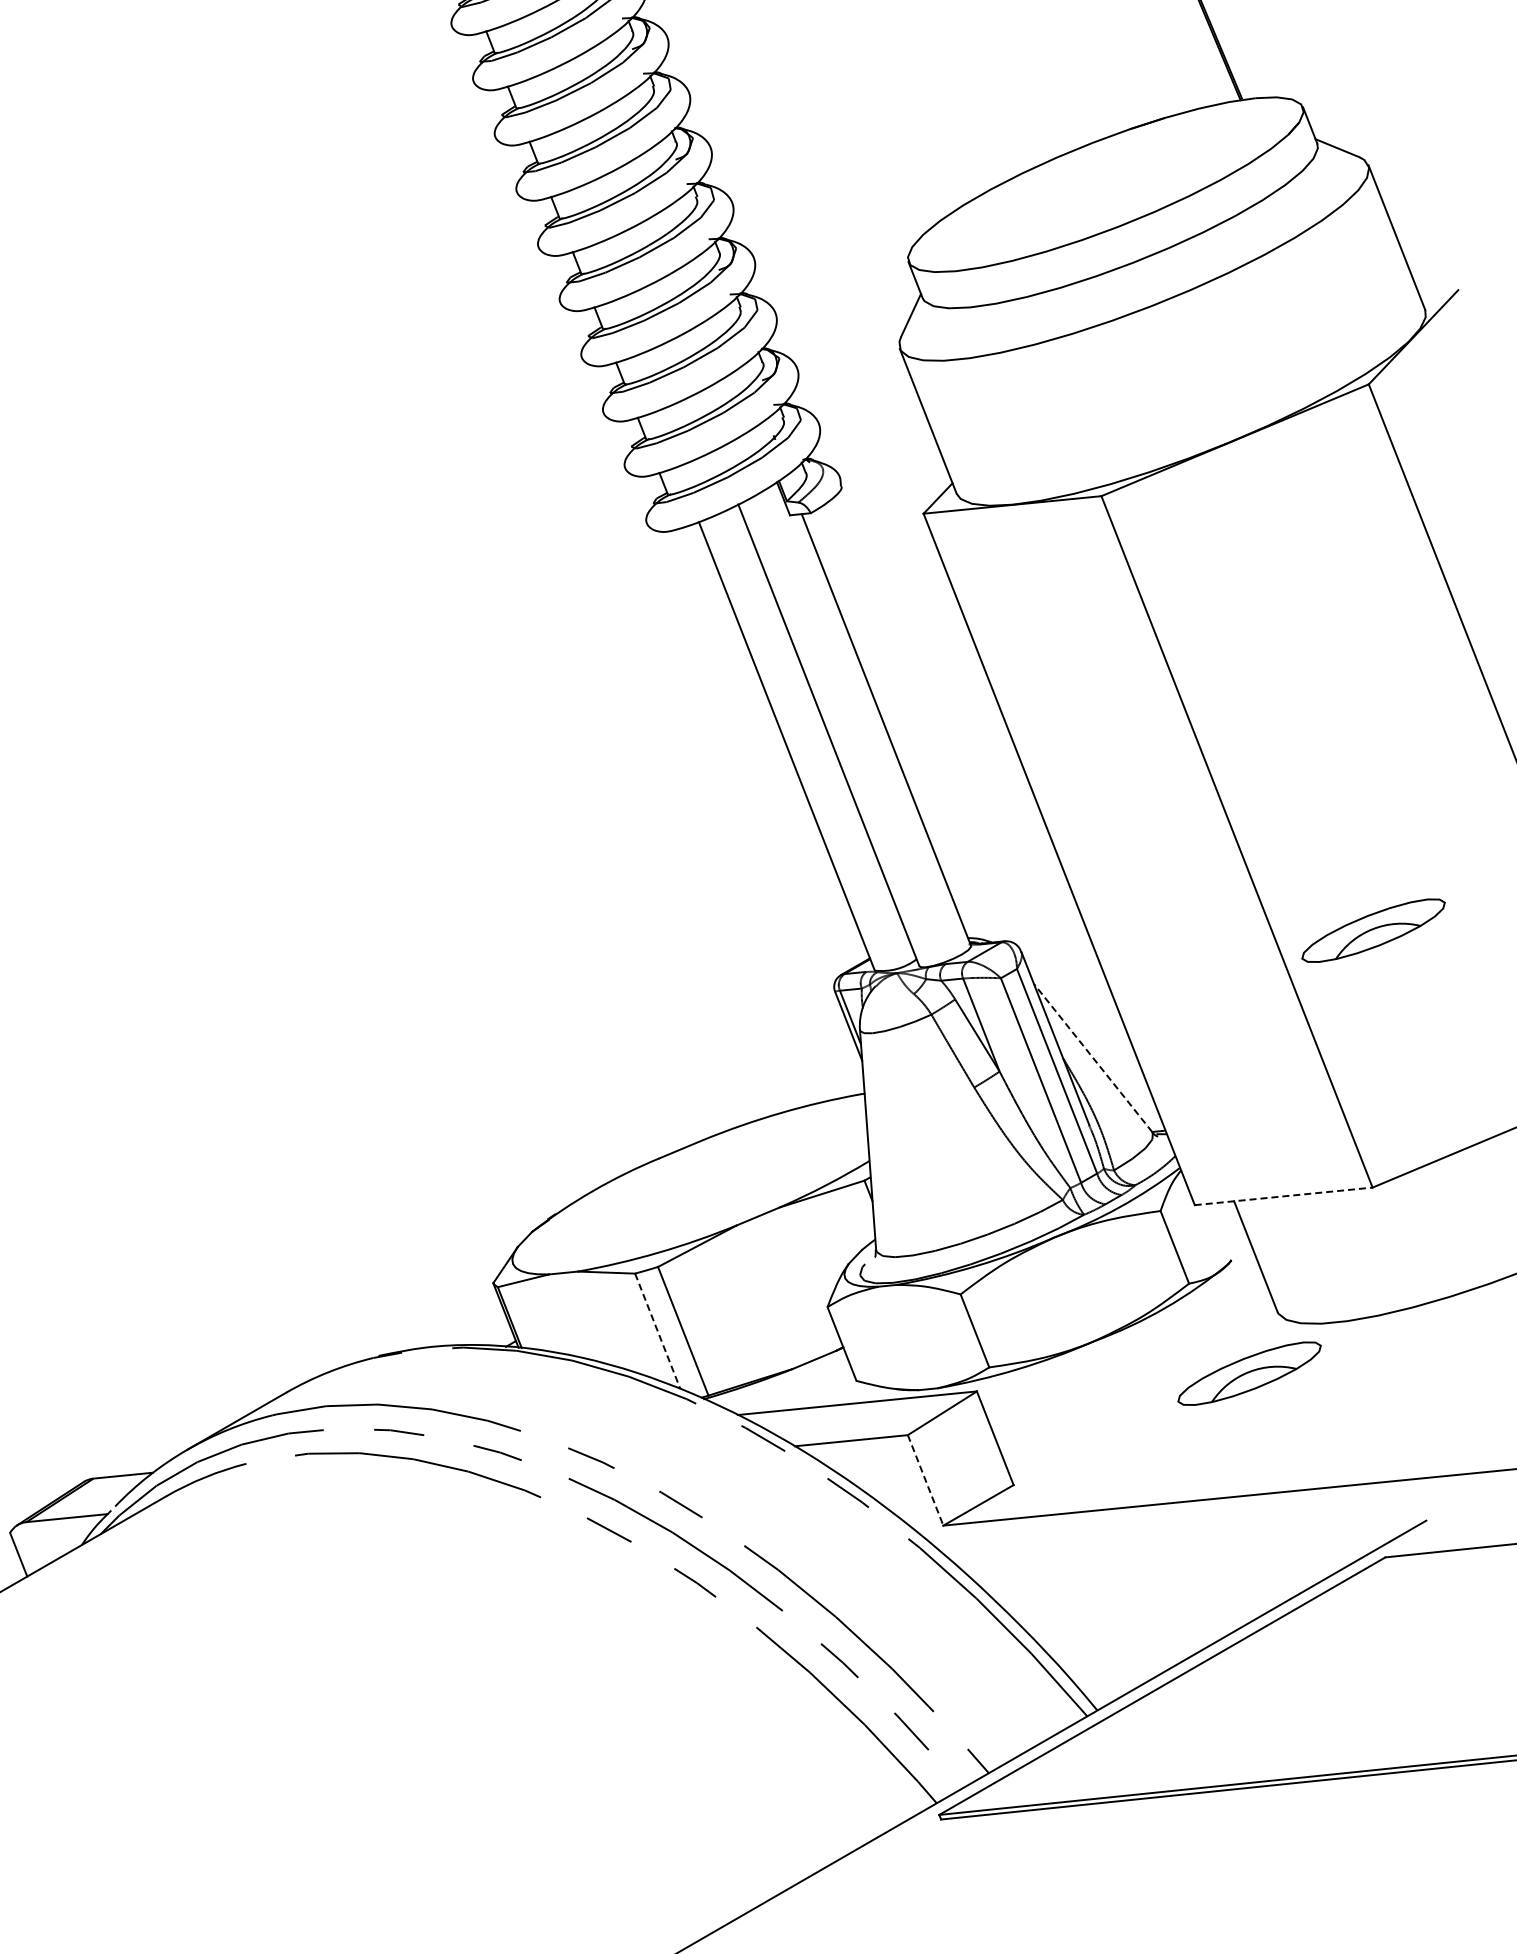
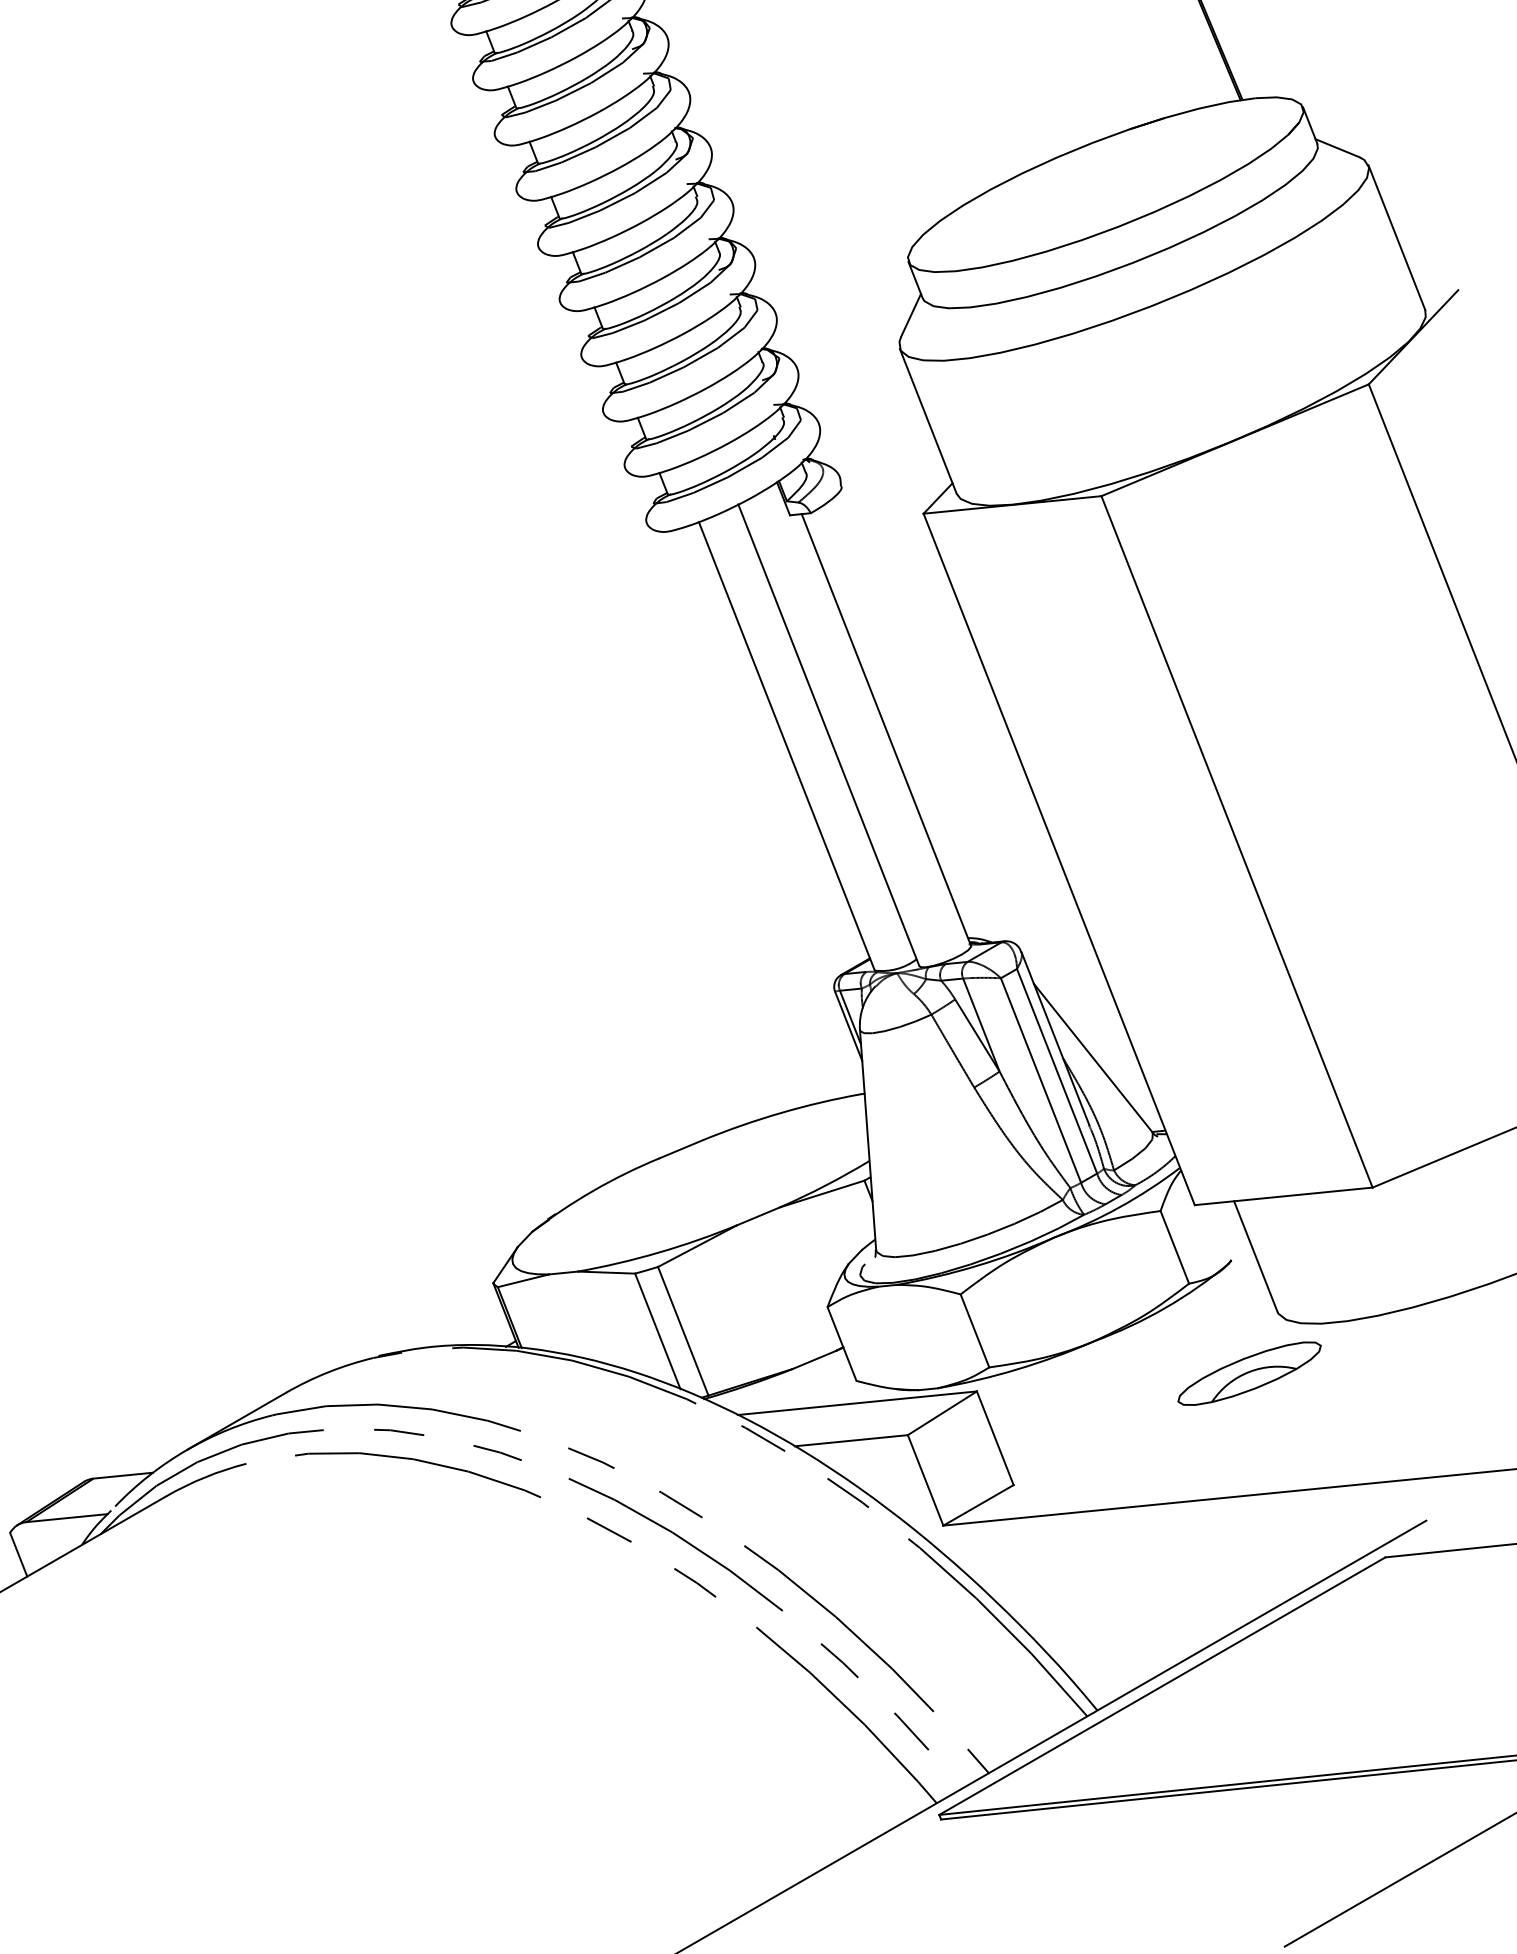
part at (1373, 930): present -> none
line at (1093, 1057): dashed -> solid
line at (1284, 1196): dashed -> solid
line at (657, 1331): dashed -> solid
line at (925, 1480): dashed -> solid
line at (1398, 1880): none -> present
